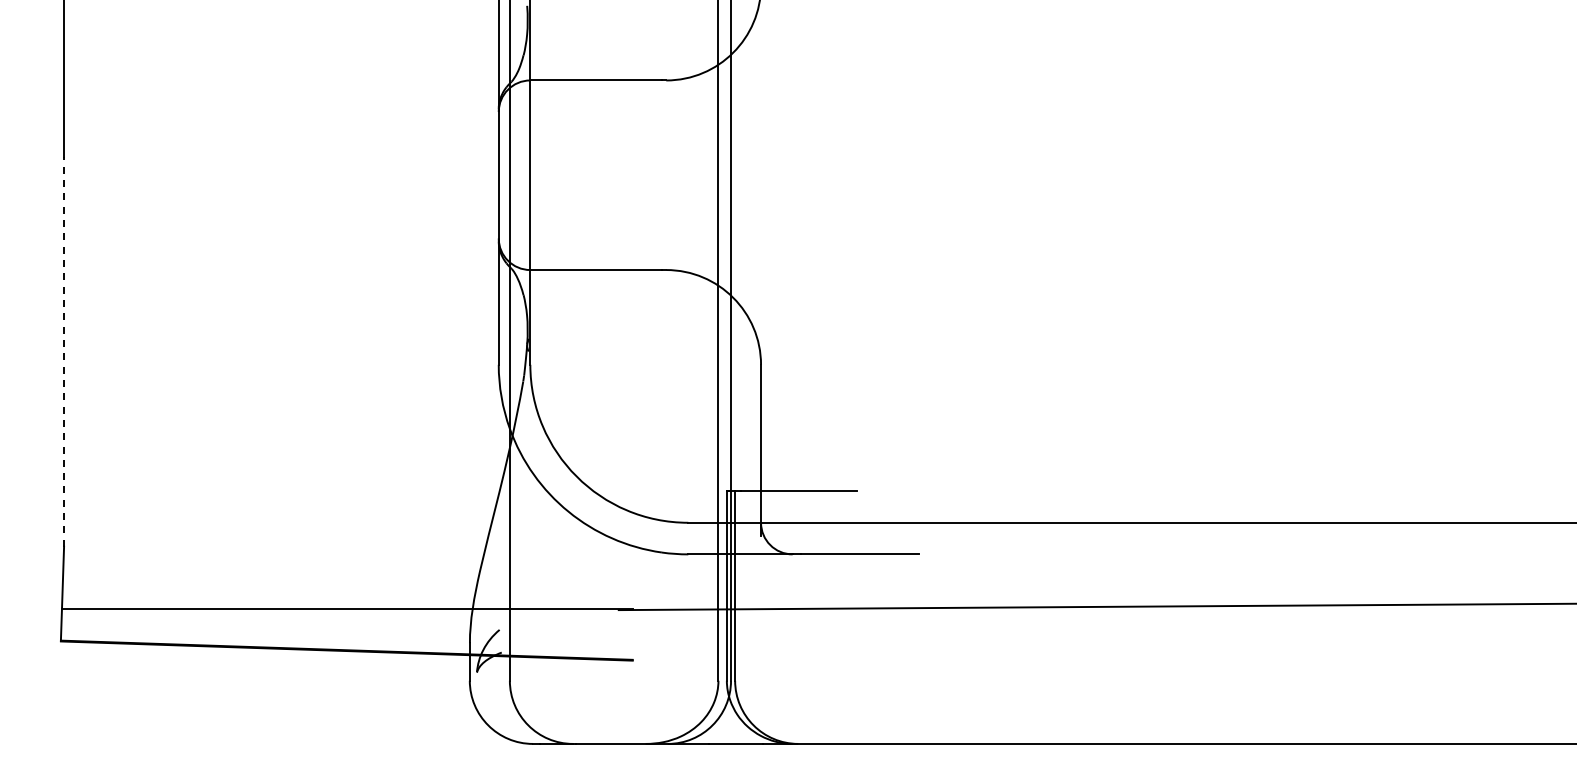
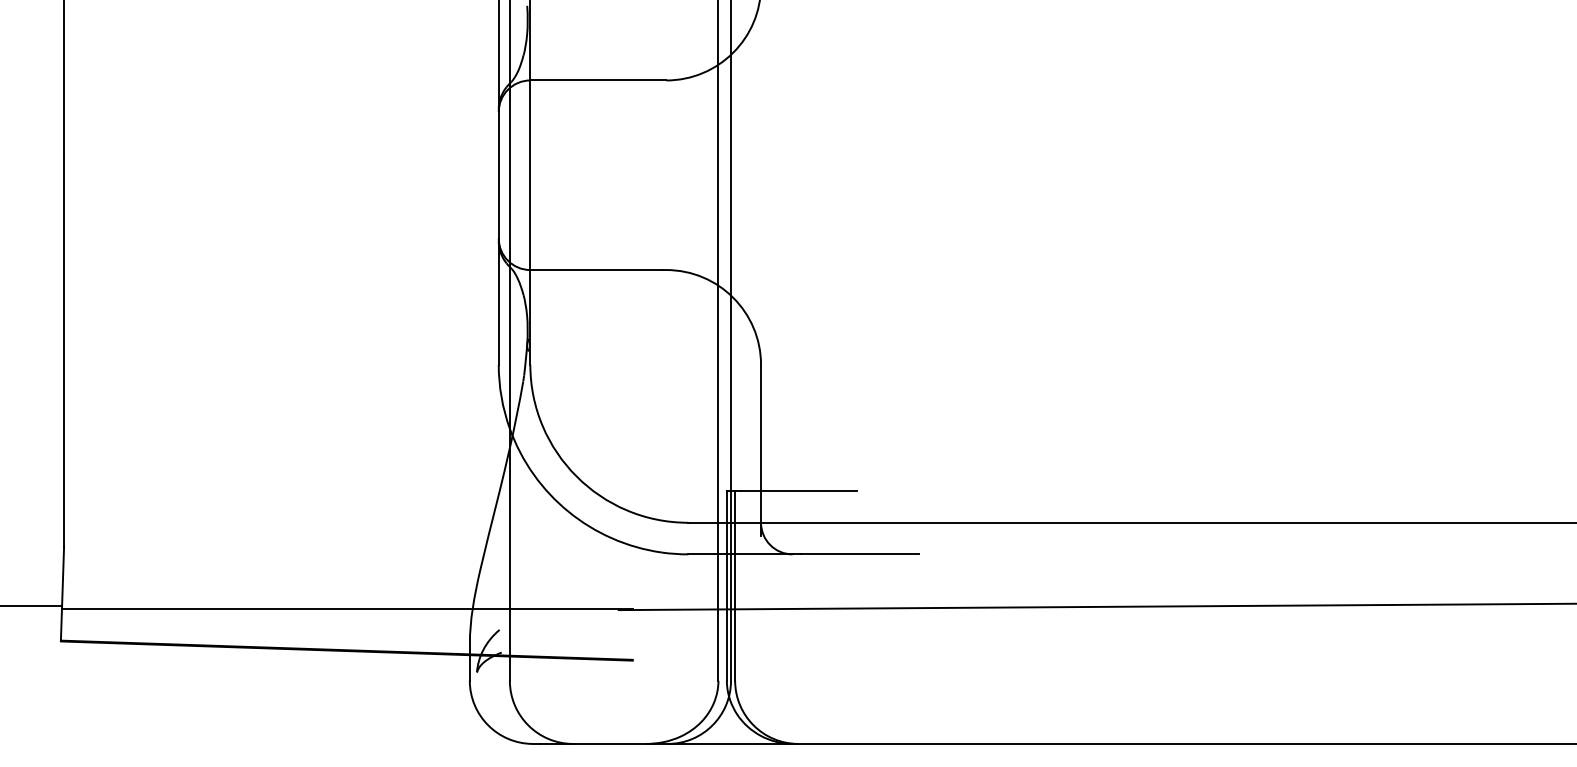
line at (64, 351): dashed -> solid
line at (32, 606): none -> present
